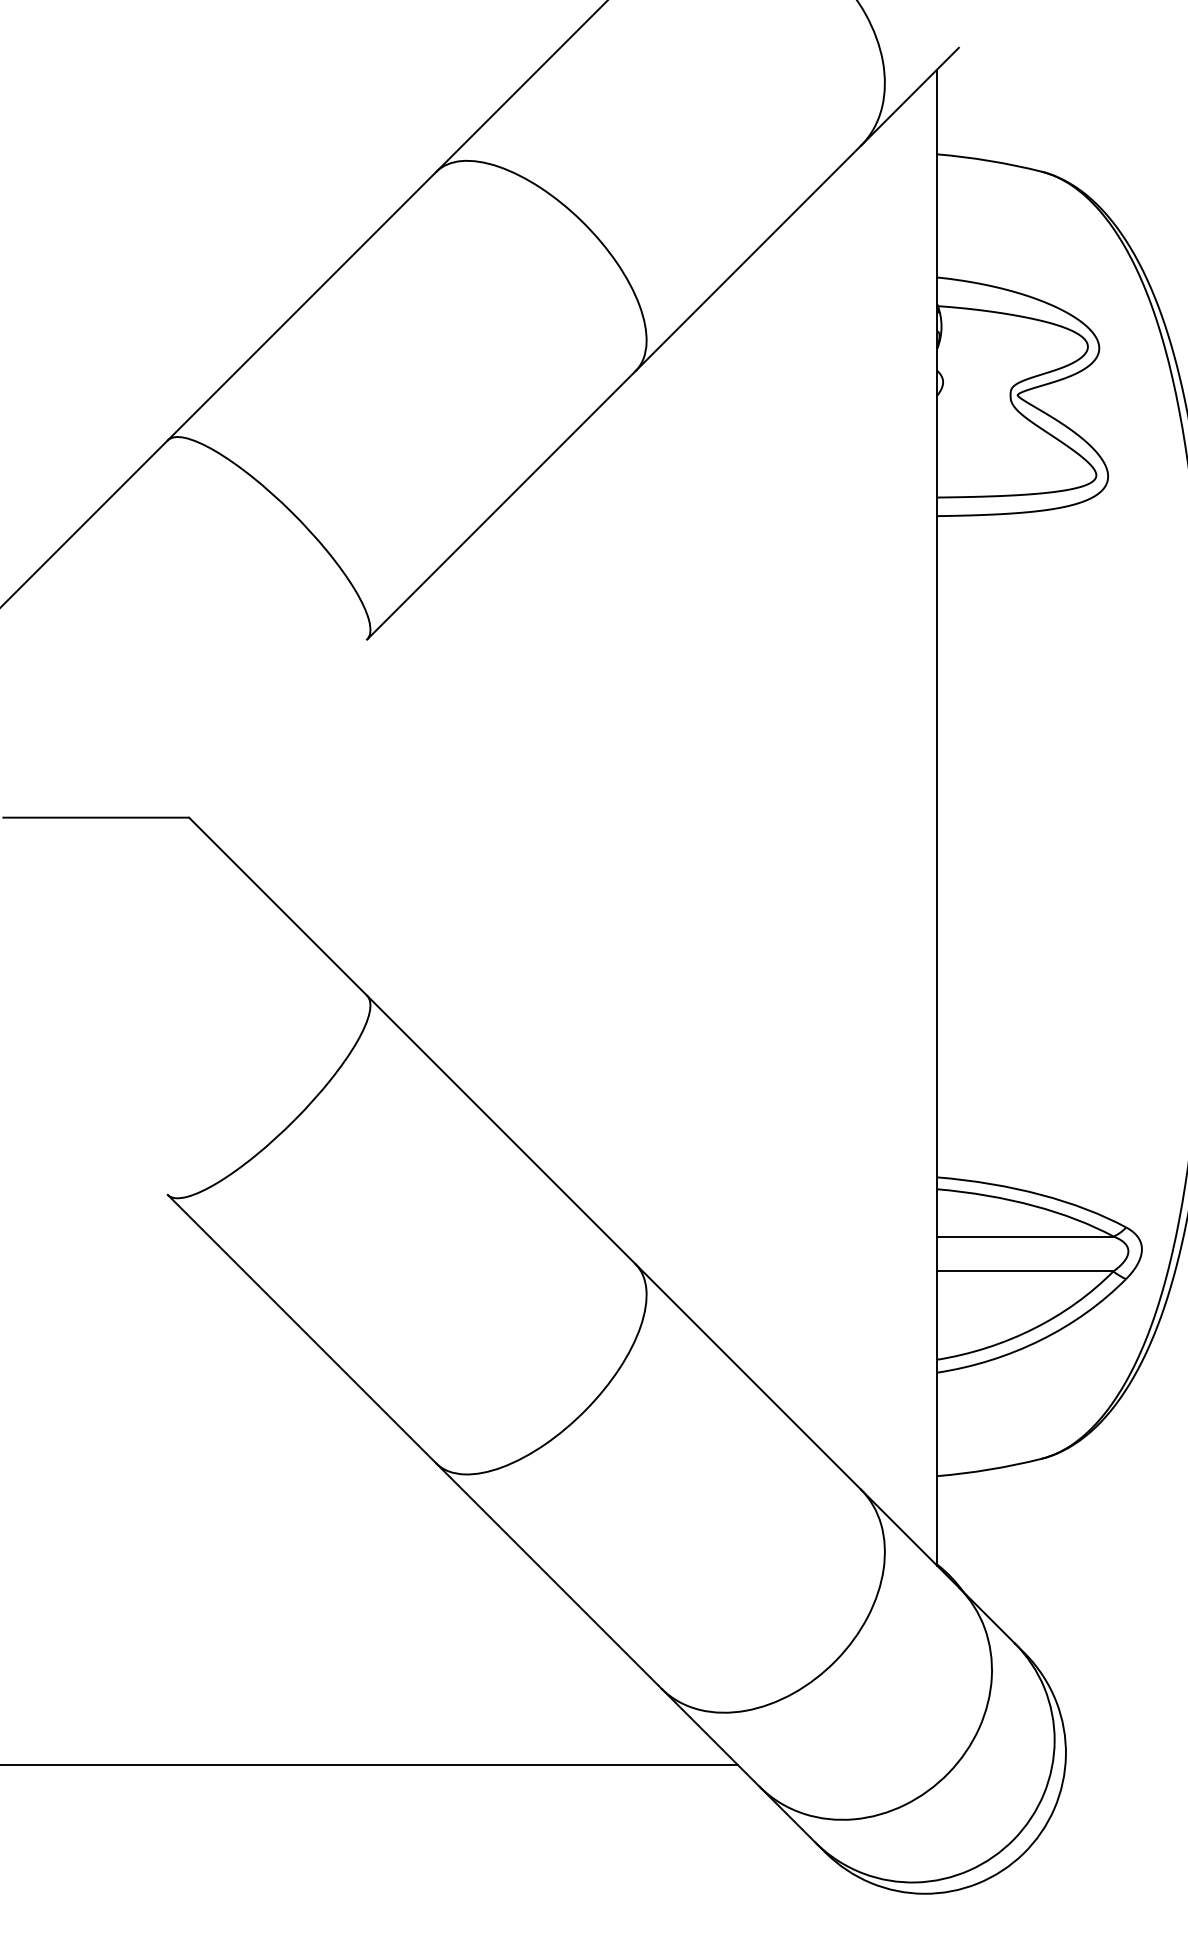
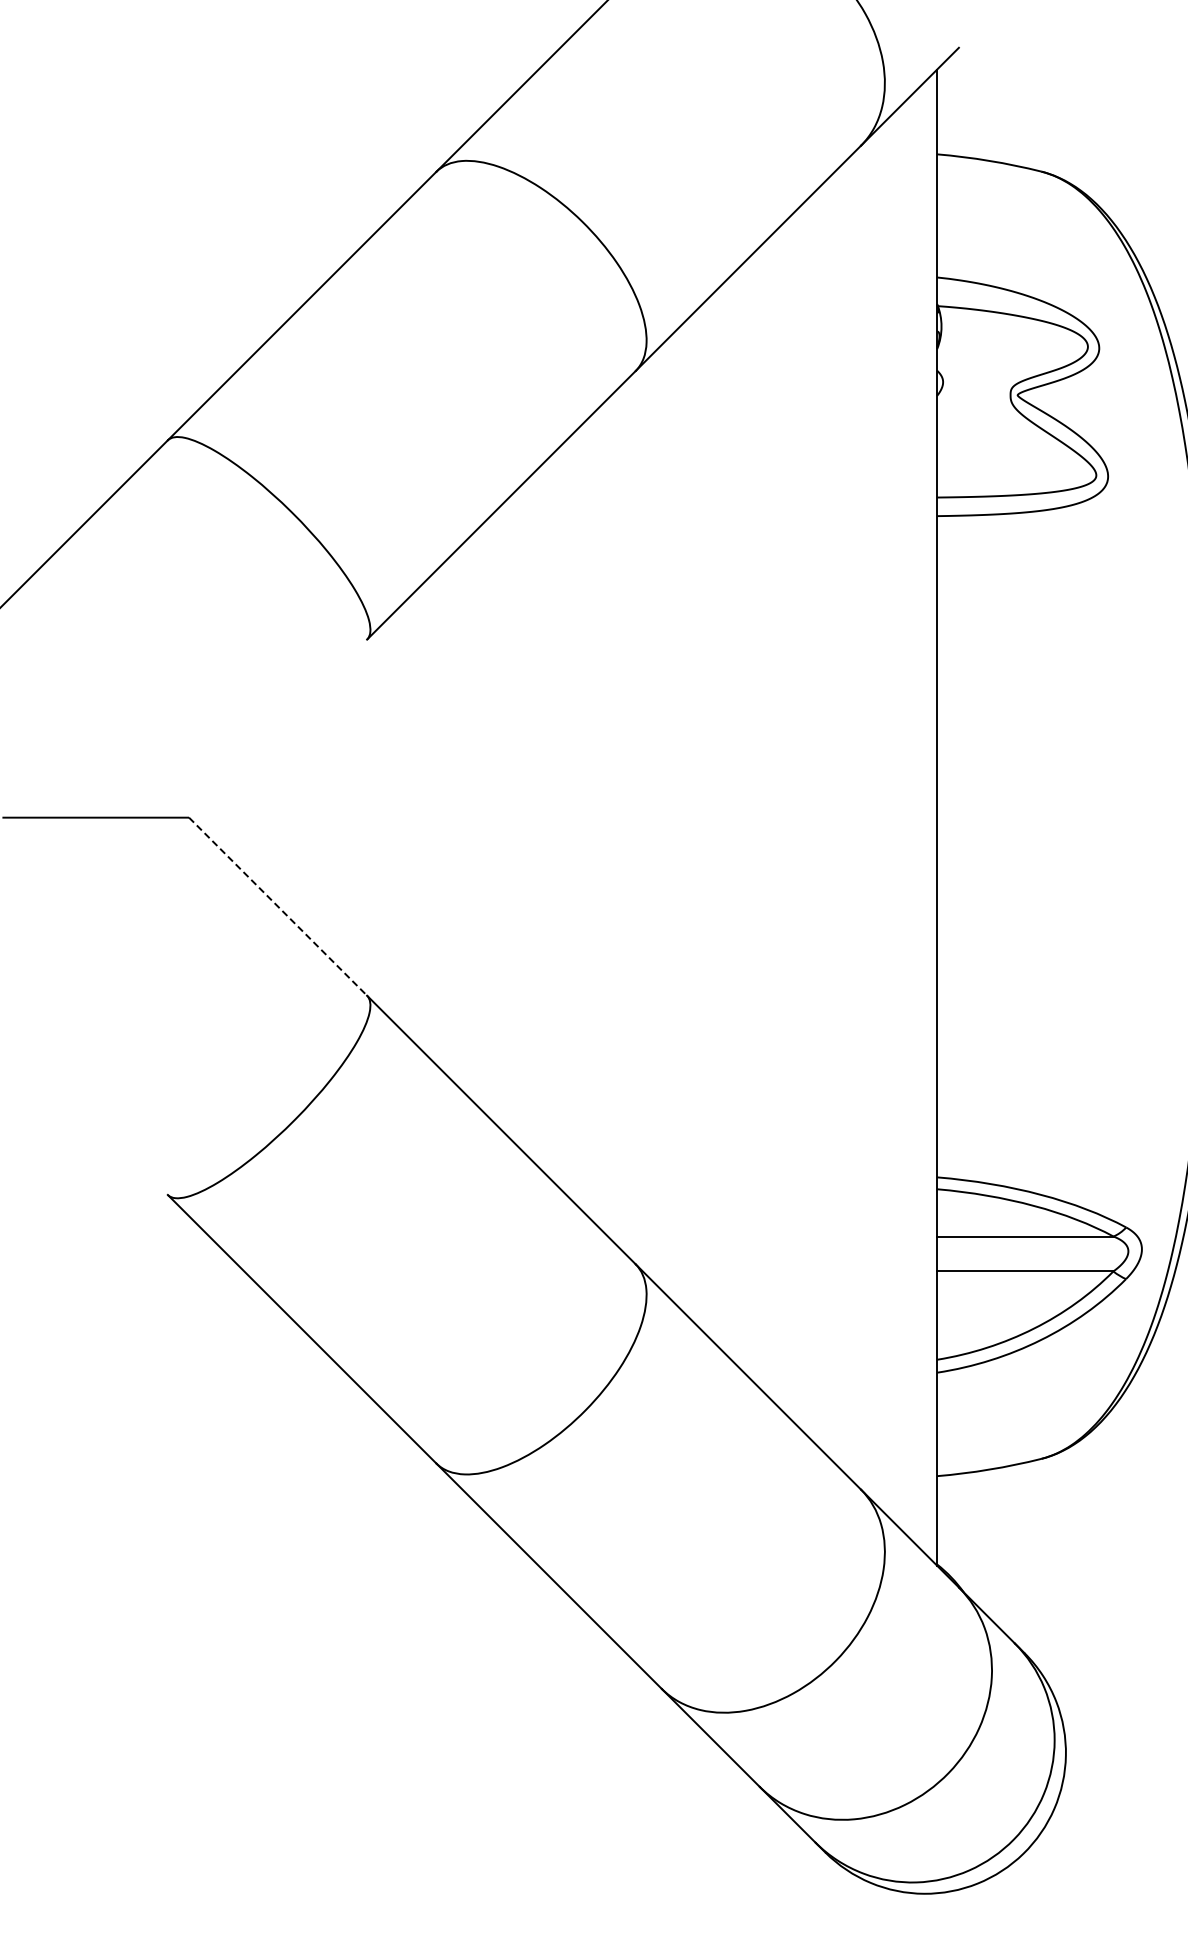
line at (278, 906): solid -> dashed
line at (369, 1765): present -> none
